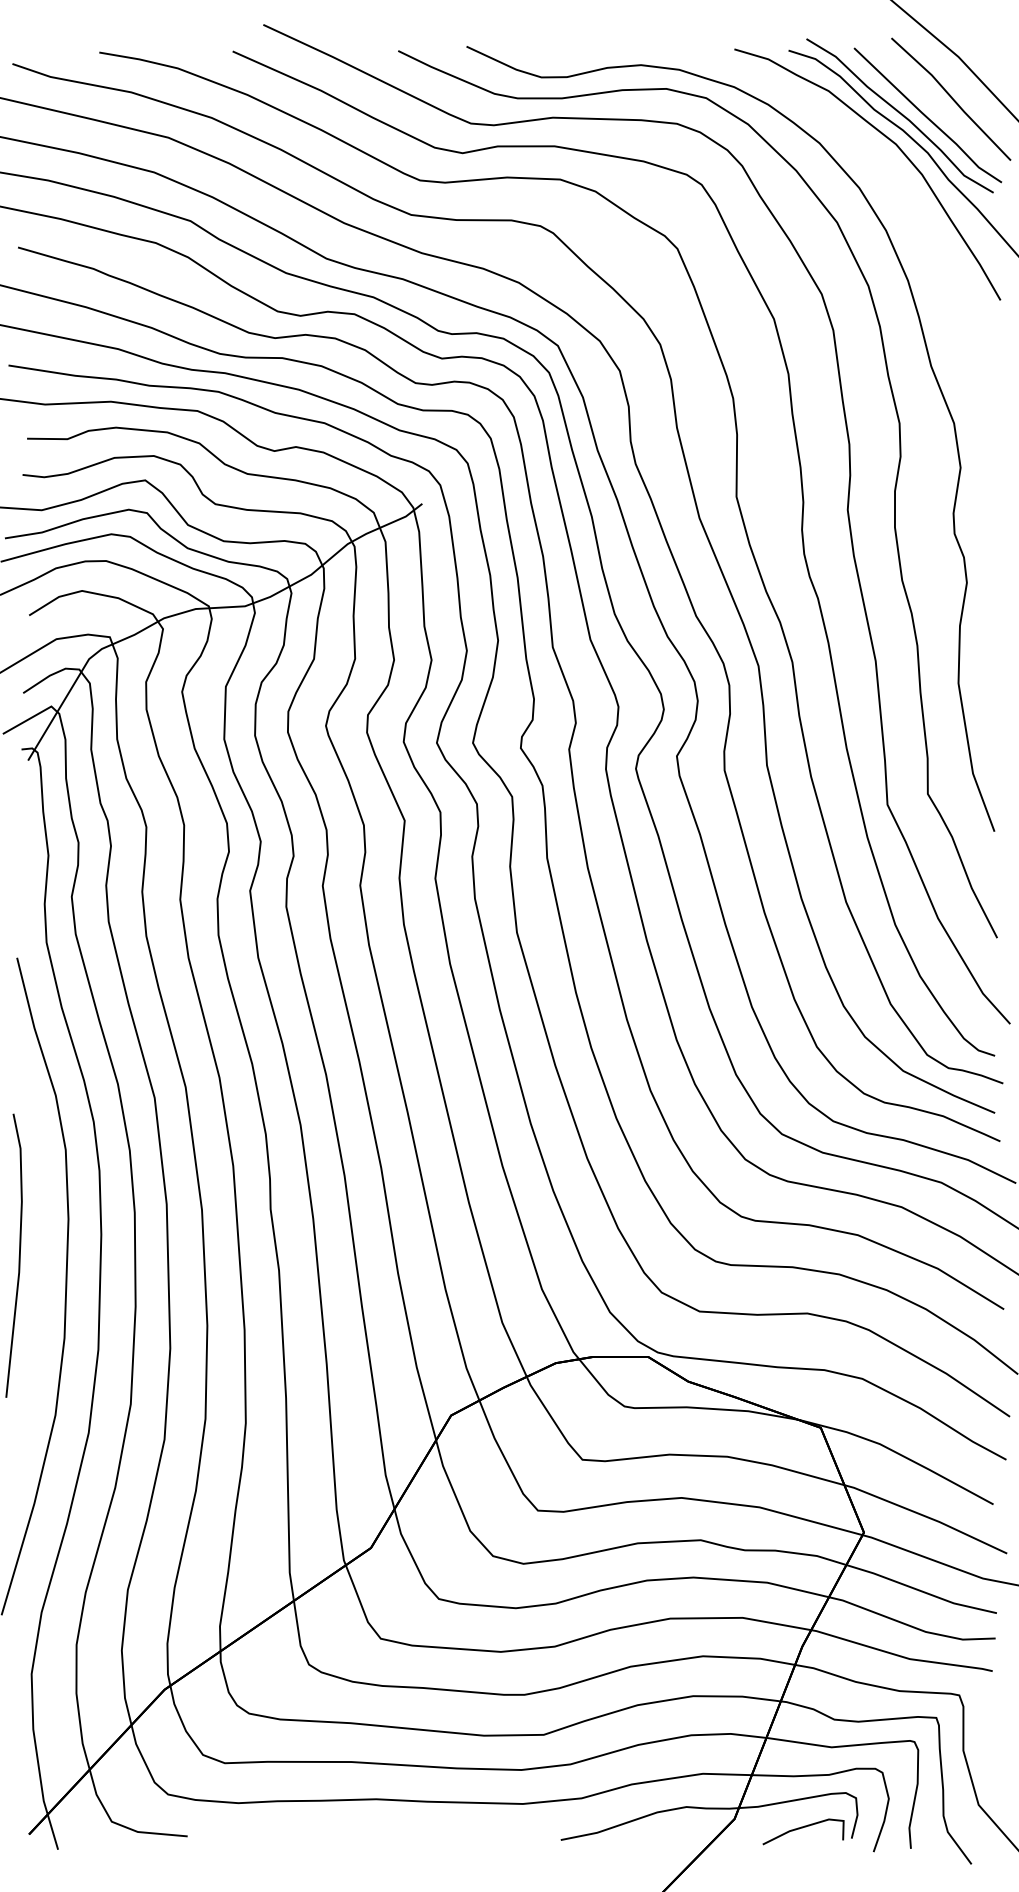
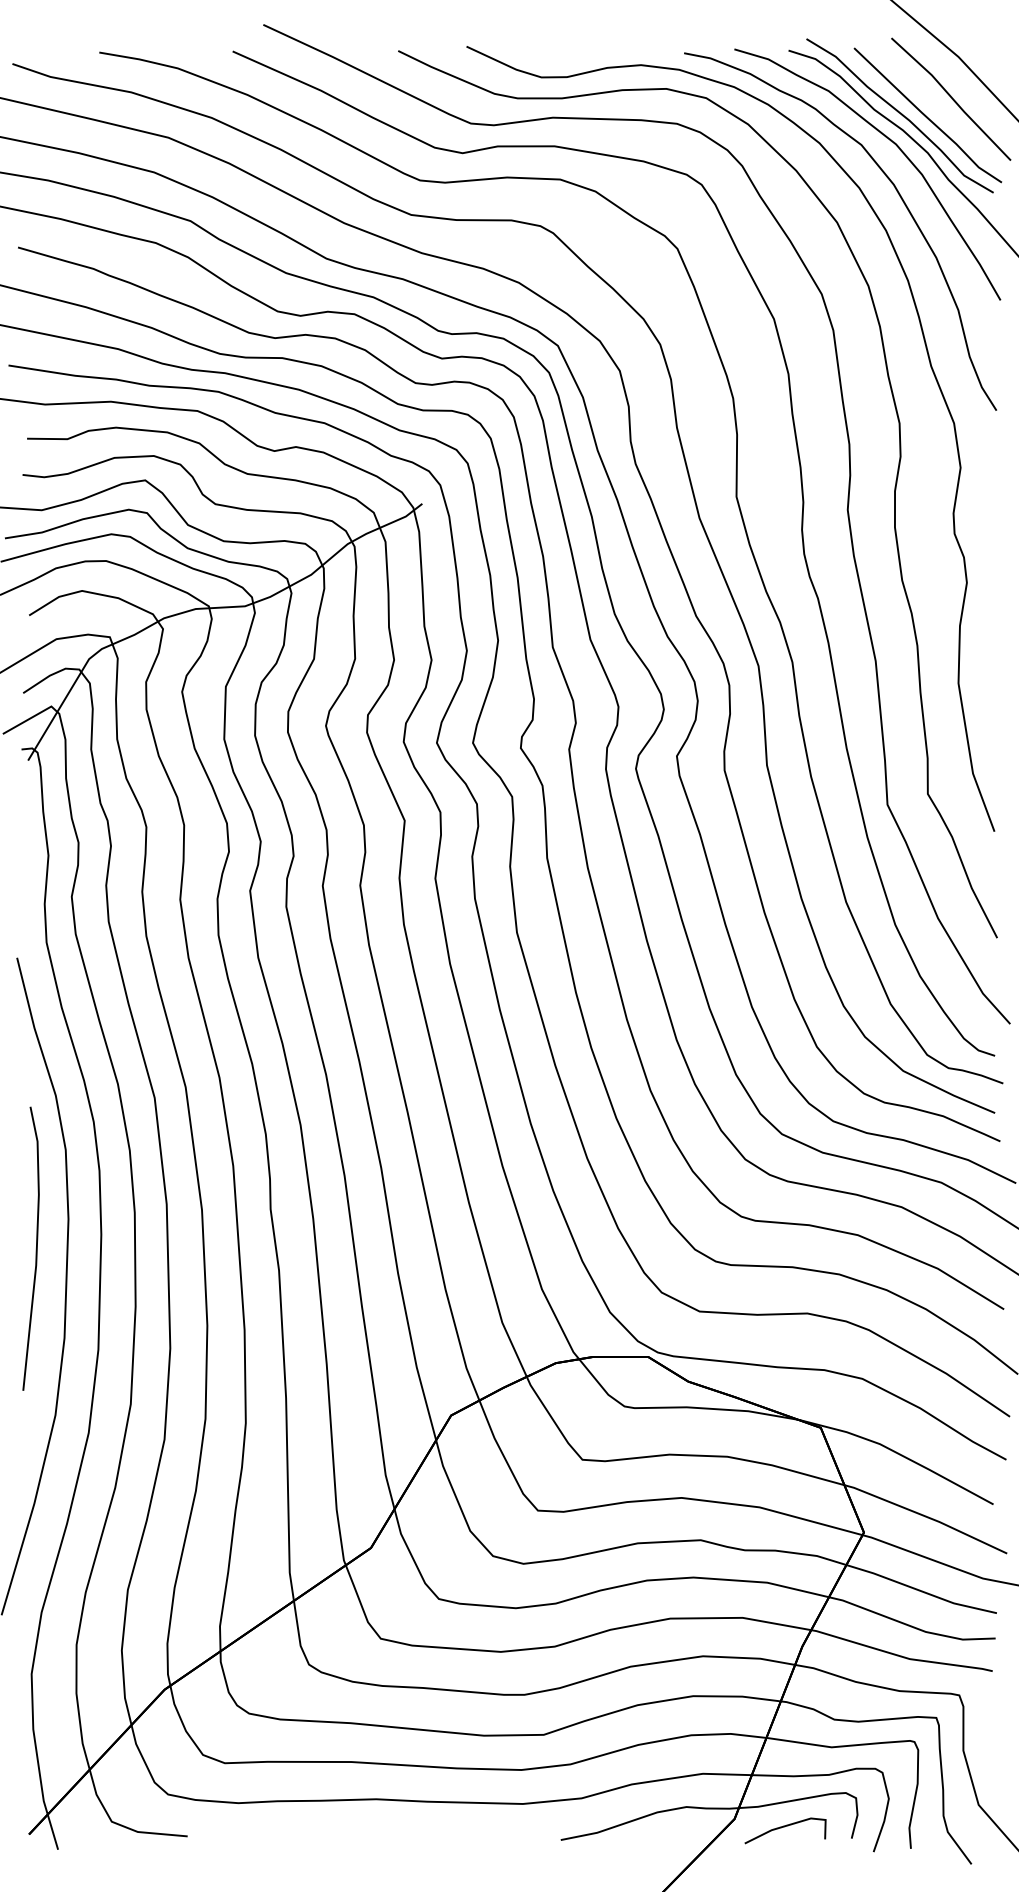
curve at (900, 198): none -> present
line at (18, 1256) position: (18, 1256) -> (35, 1249)
line at (802, 1828) position: (802, 1828) -> (784, 1827)
